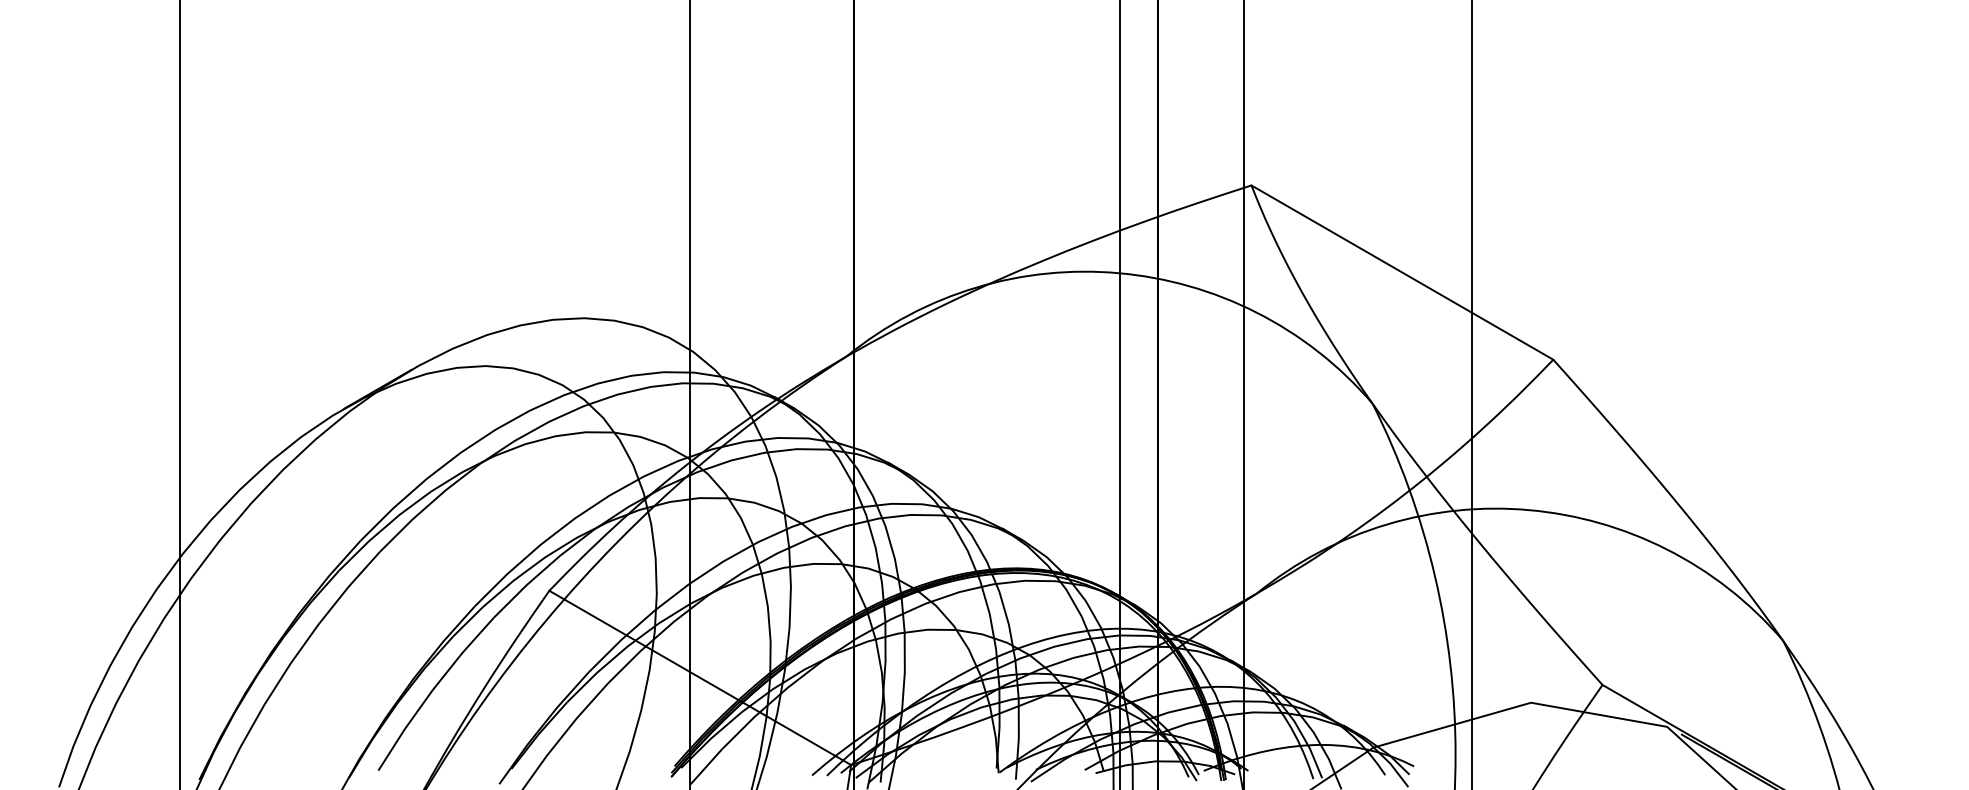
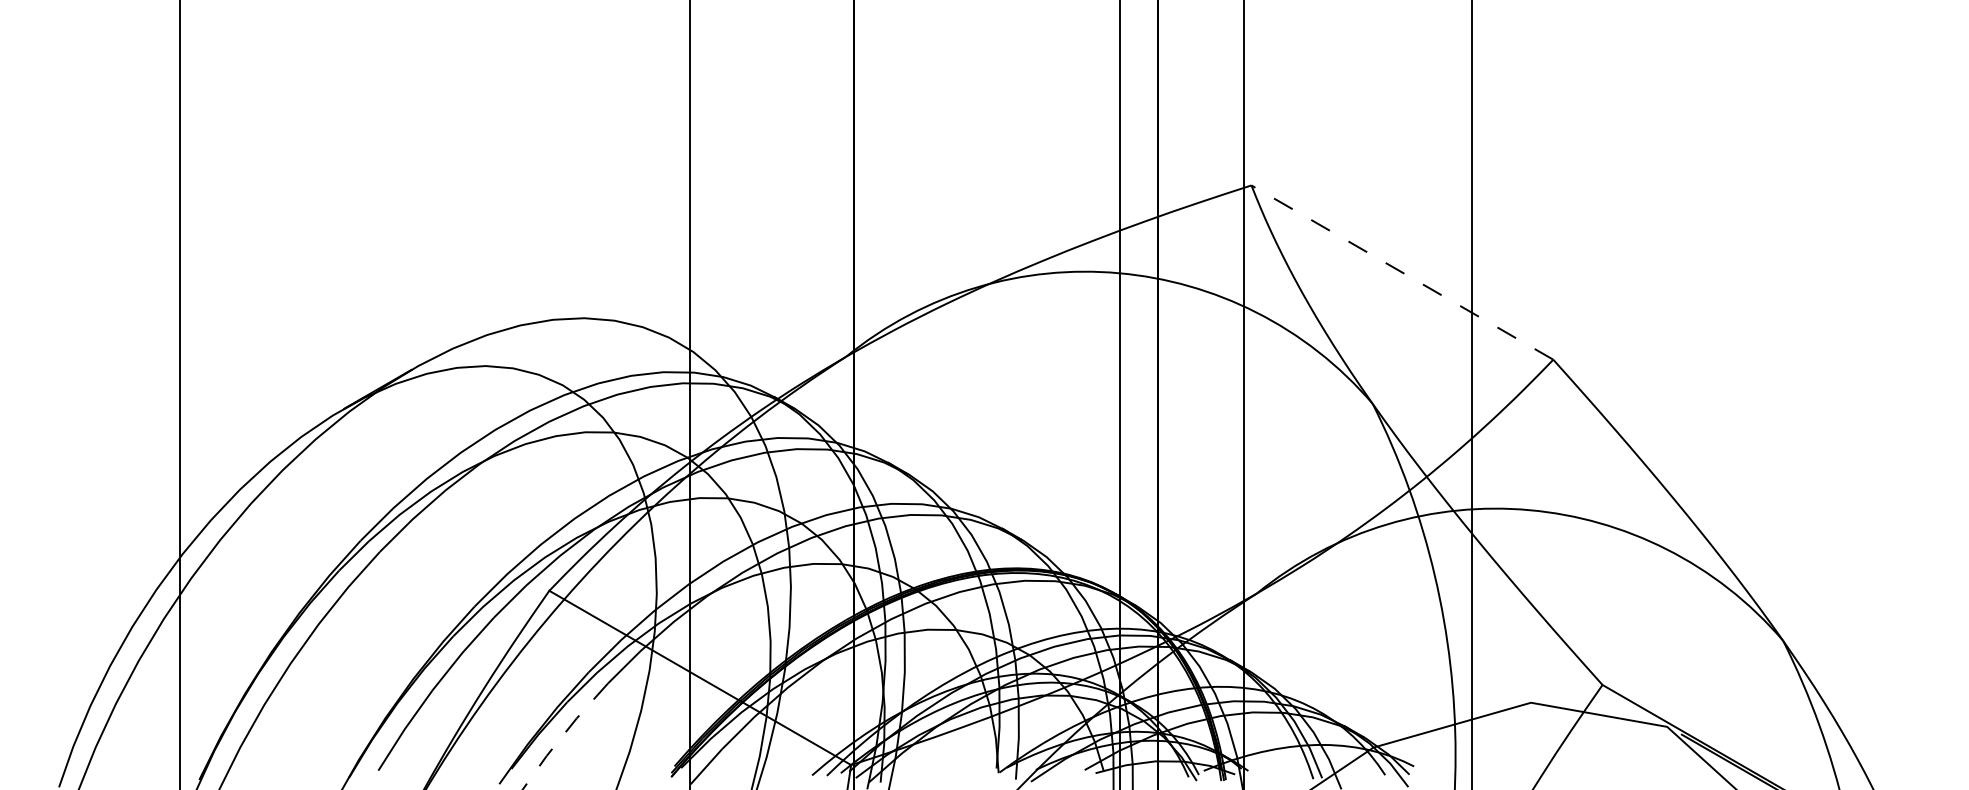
line at (1401, 272): solid -> dashed
line at (562, 735): solid -> dashed
